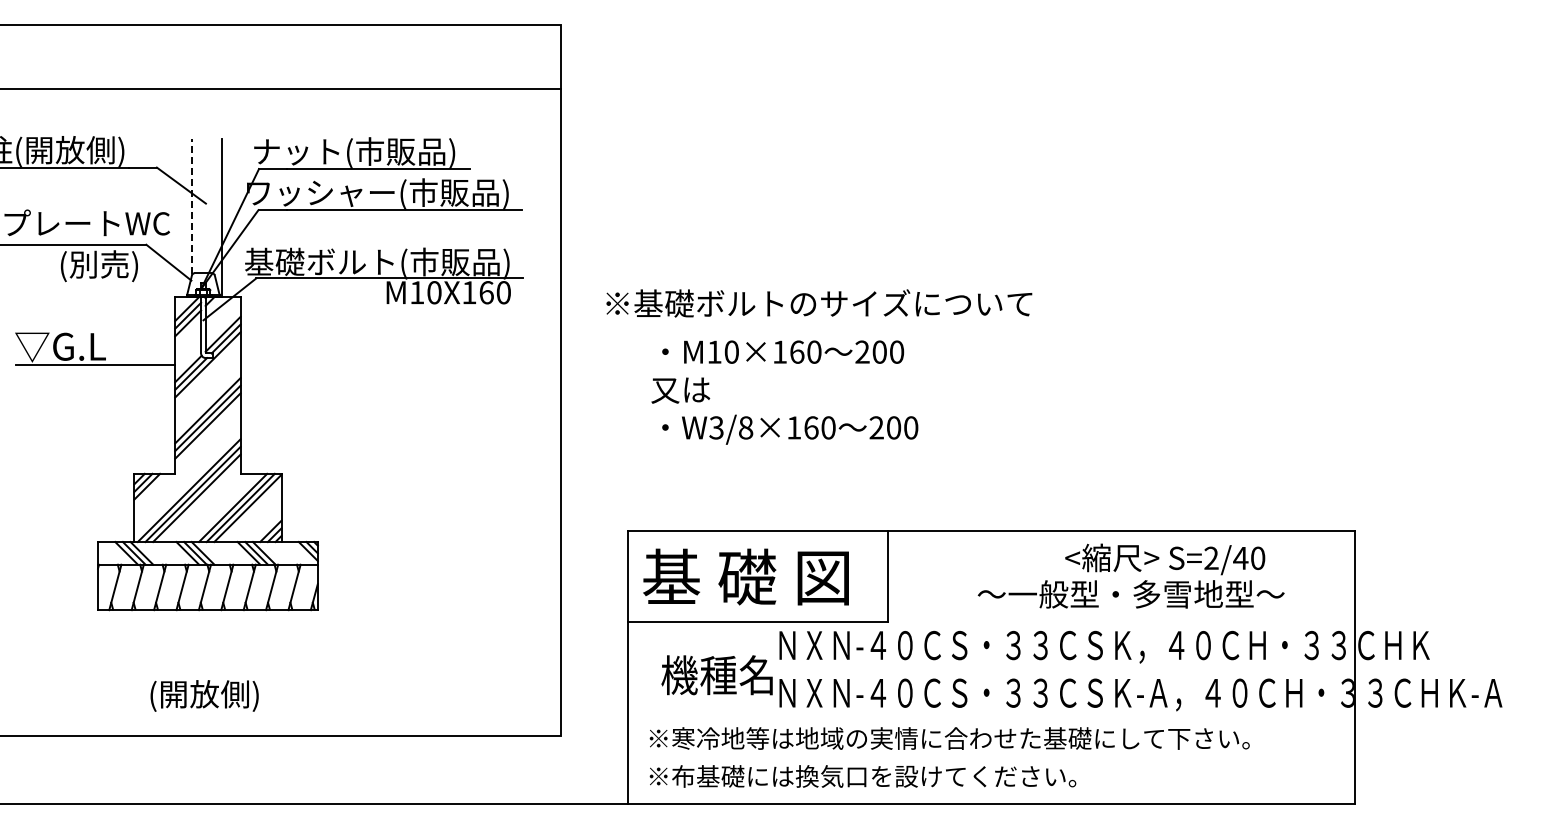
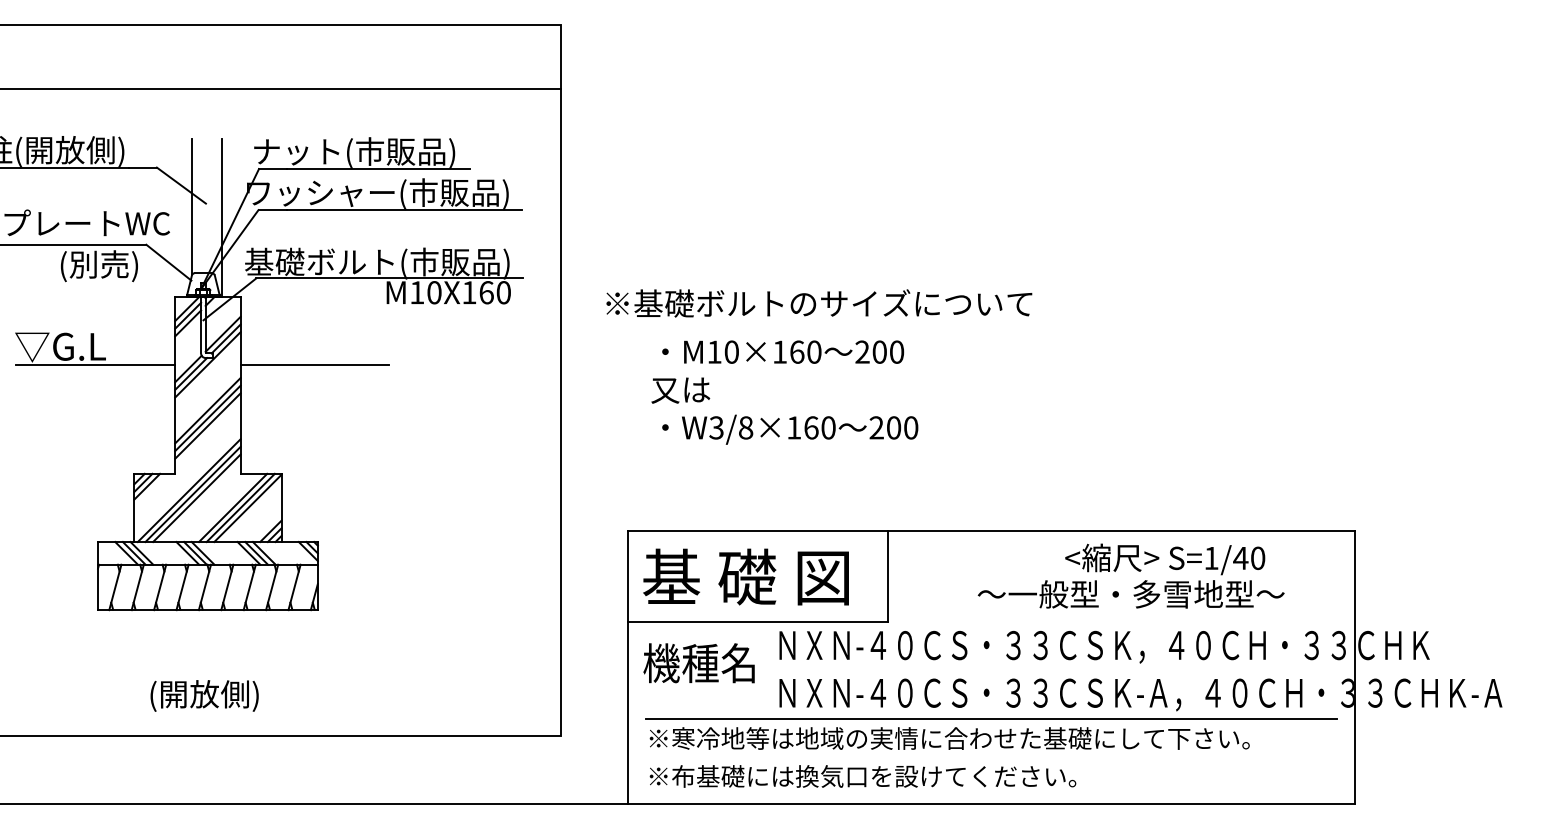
line at (192, 206): dashed -> solid
line at (314, 364): none -> present
text at (1211, 557): S=2/40 -> S=1/40
text at (716, 675) position: (716, 675) -> (698, 663)
line at (991, 718): none -> present
